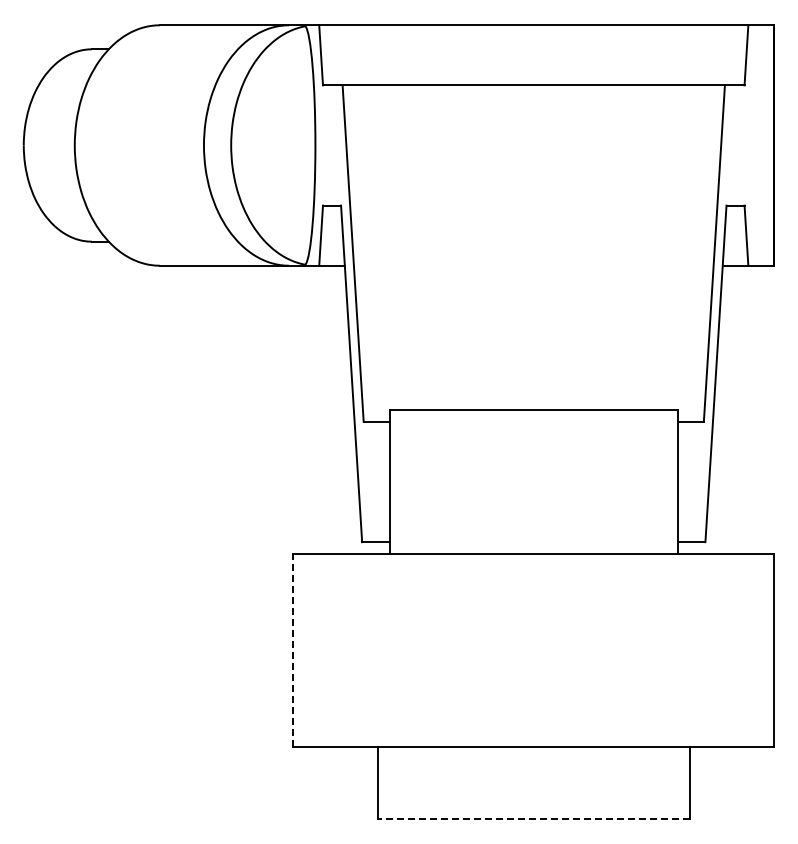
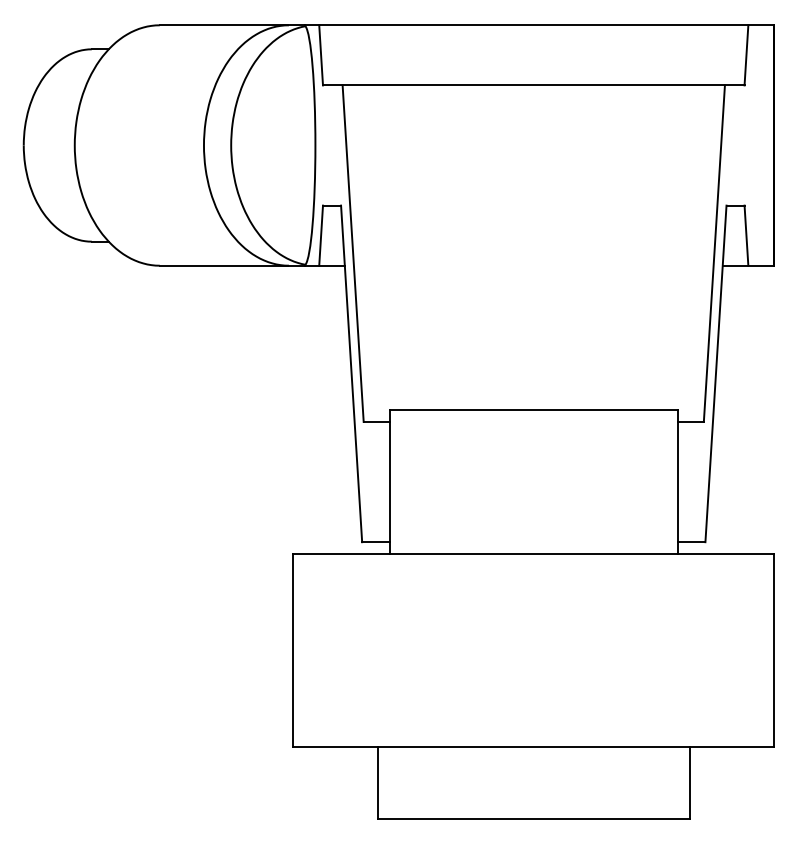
line at (293, 649): dashed -> solid
line at (533, 818): dashed -> solid
